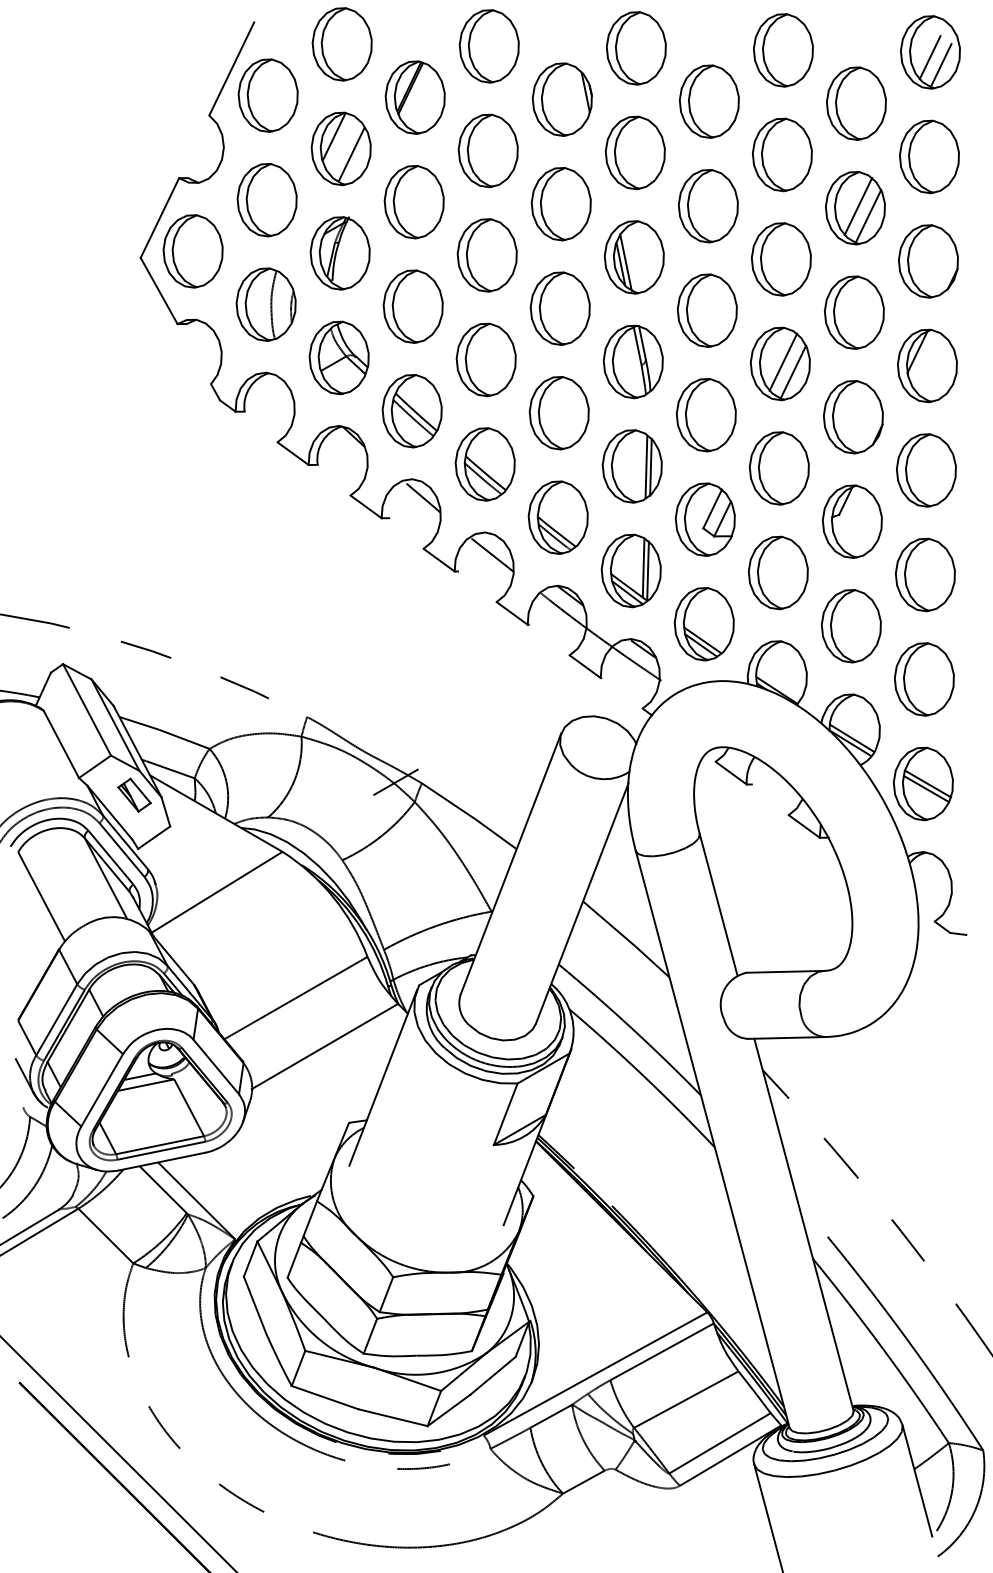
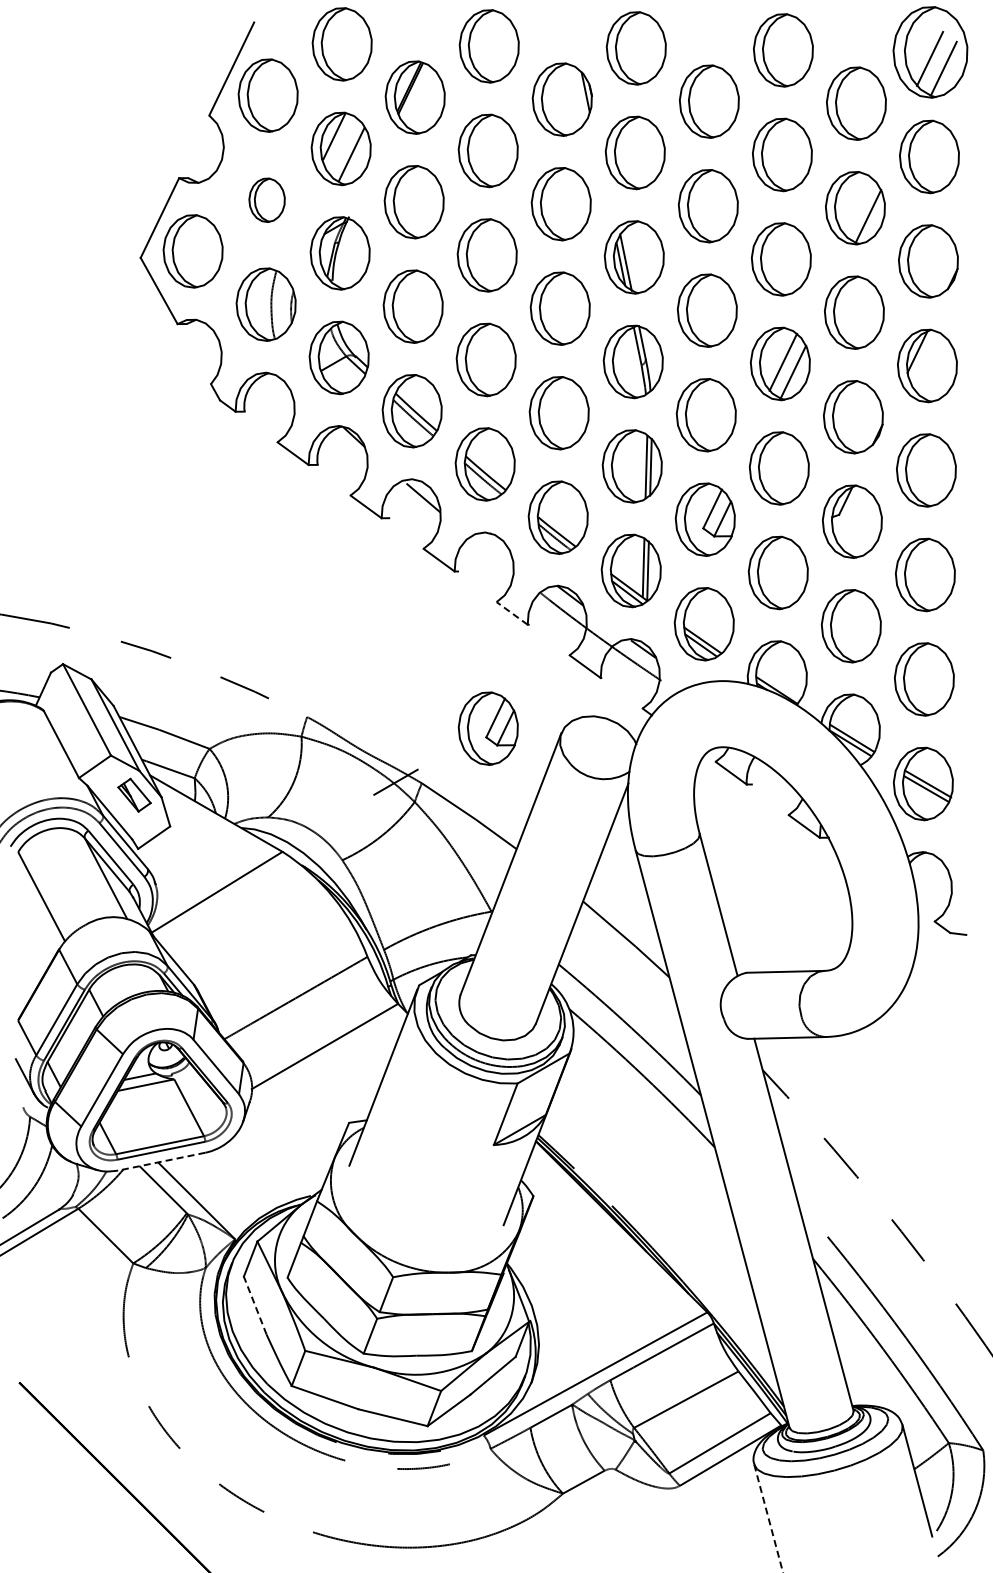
part at (930, 52) size: 61x75 px -> 77x93 px
part at (266, 200) size: 62x75 px -> 38x46 px
line at (858, 206): present -> none
line at (492, 554): present -> none
line at (511, 613): solid -> dashed
part at (487, 728): none -> present
line at (161, 1161): solid -> dashed
line at (255, 1305): solid -> dashed
line at (118, 1453): present -> none
line at (768, 1518): solid -> dashed
